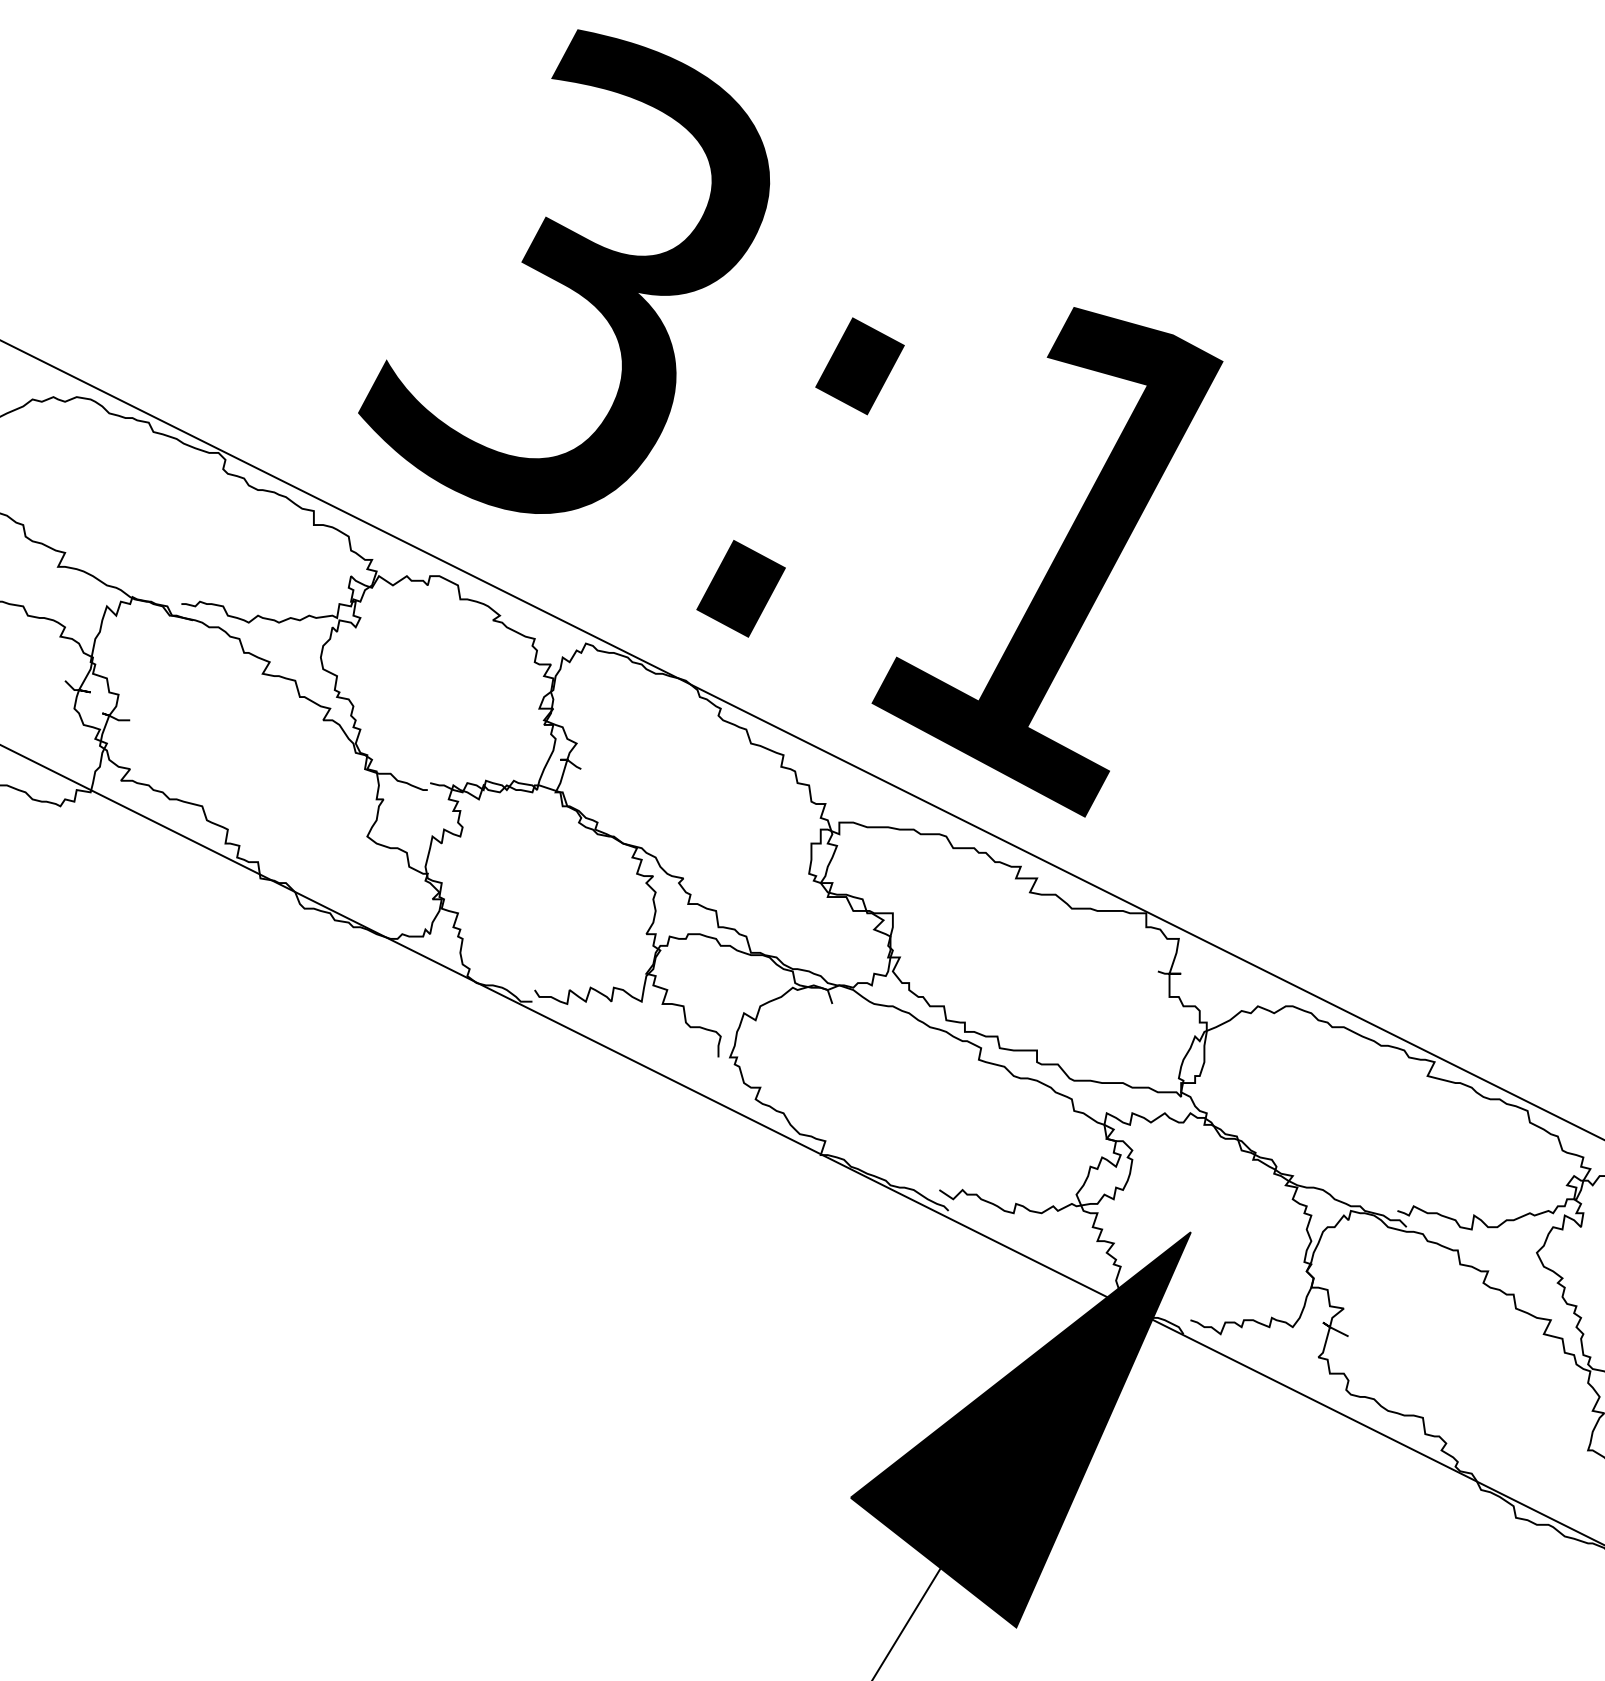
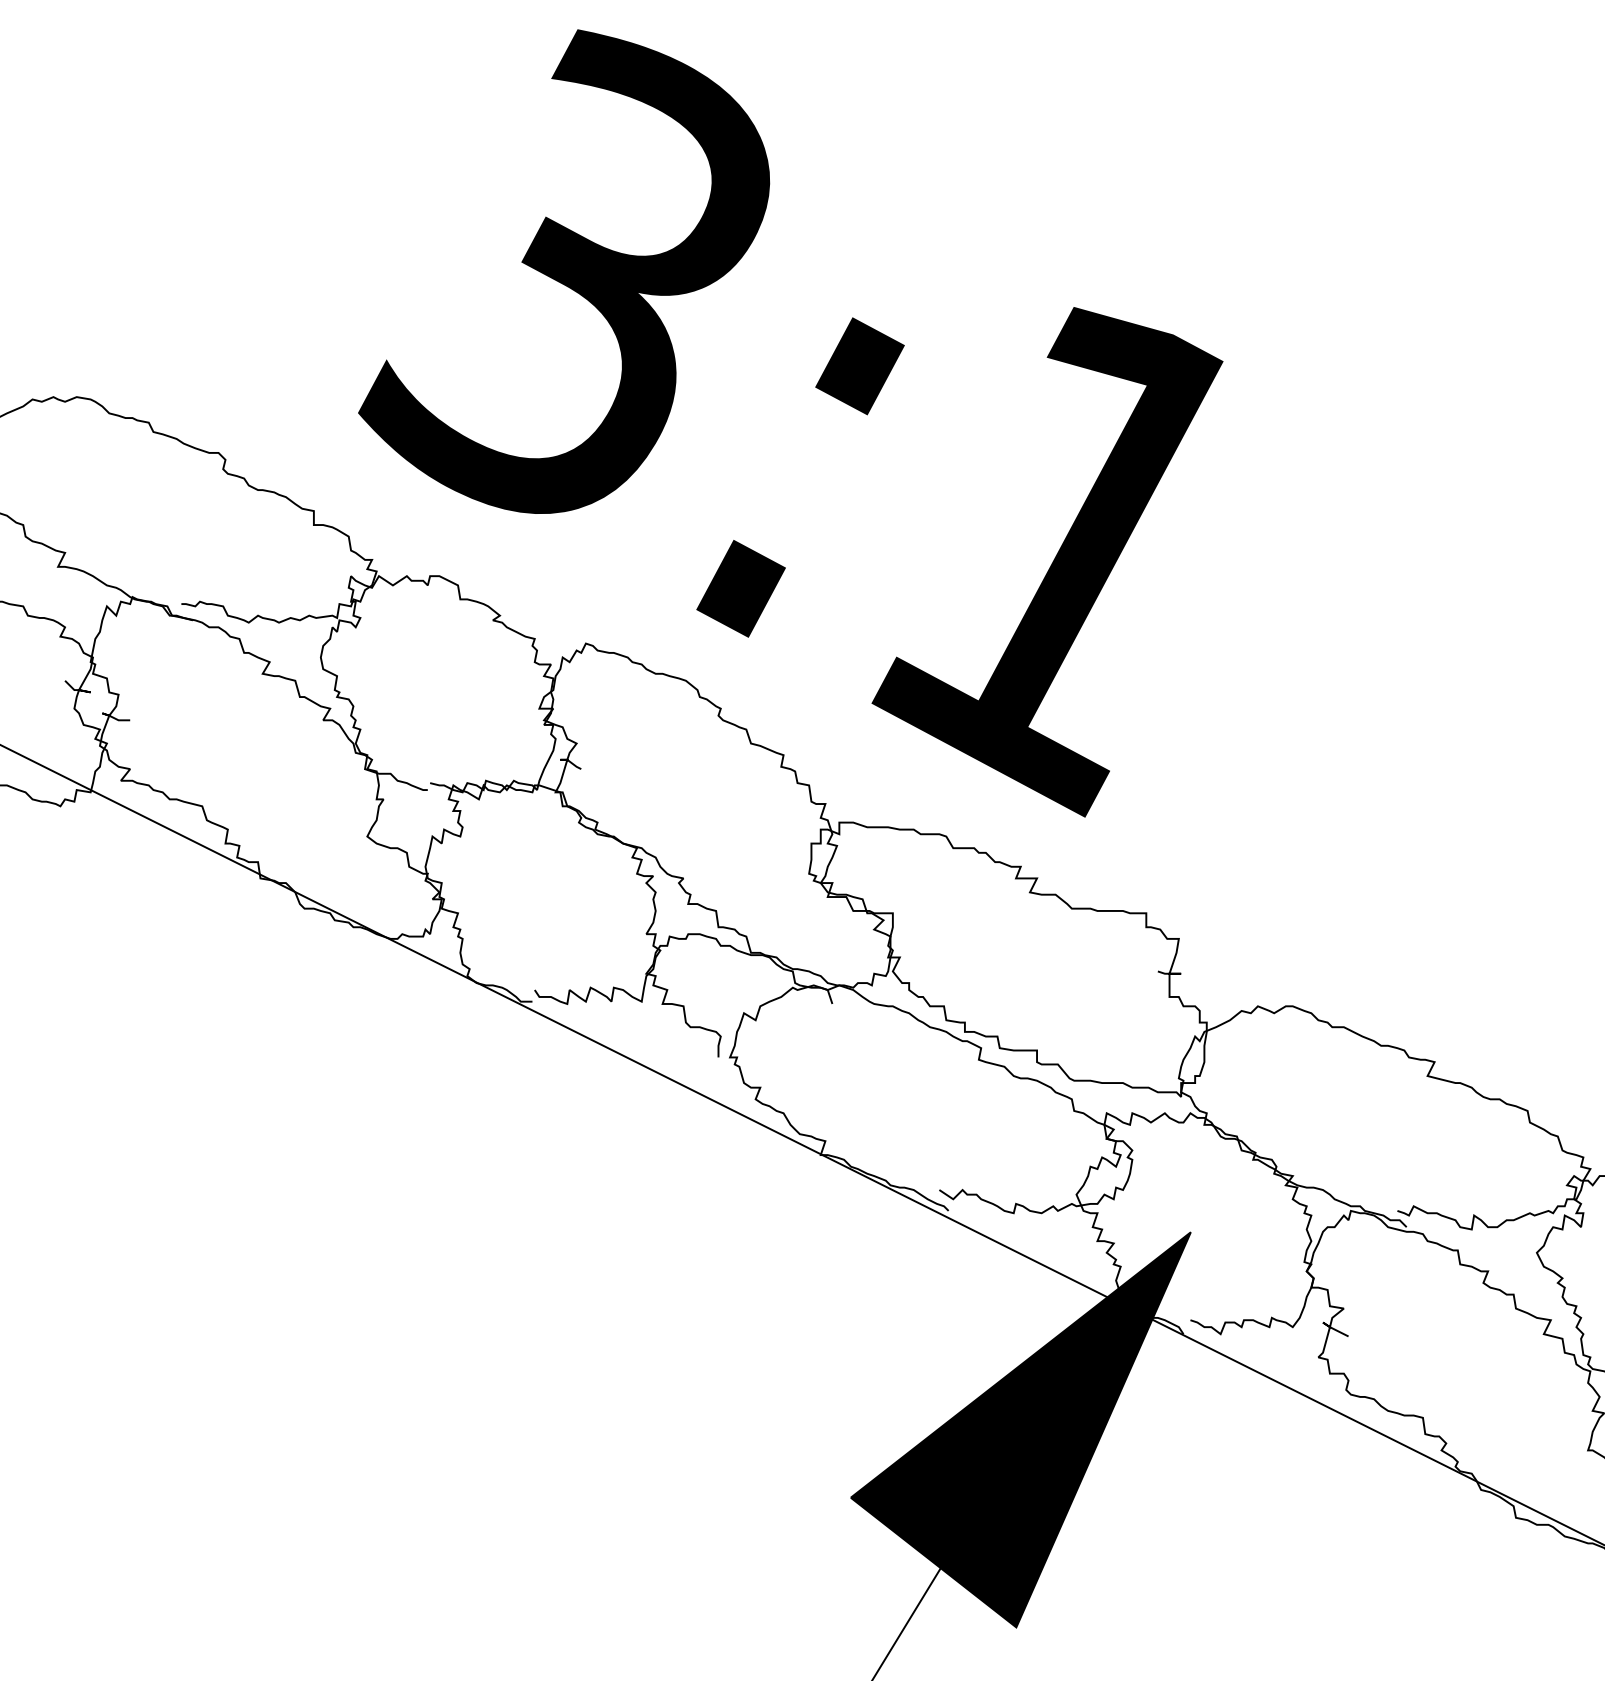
line at (801, 739): present -> none
